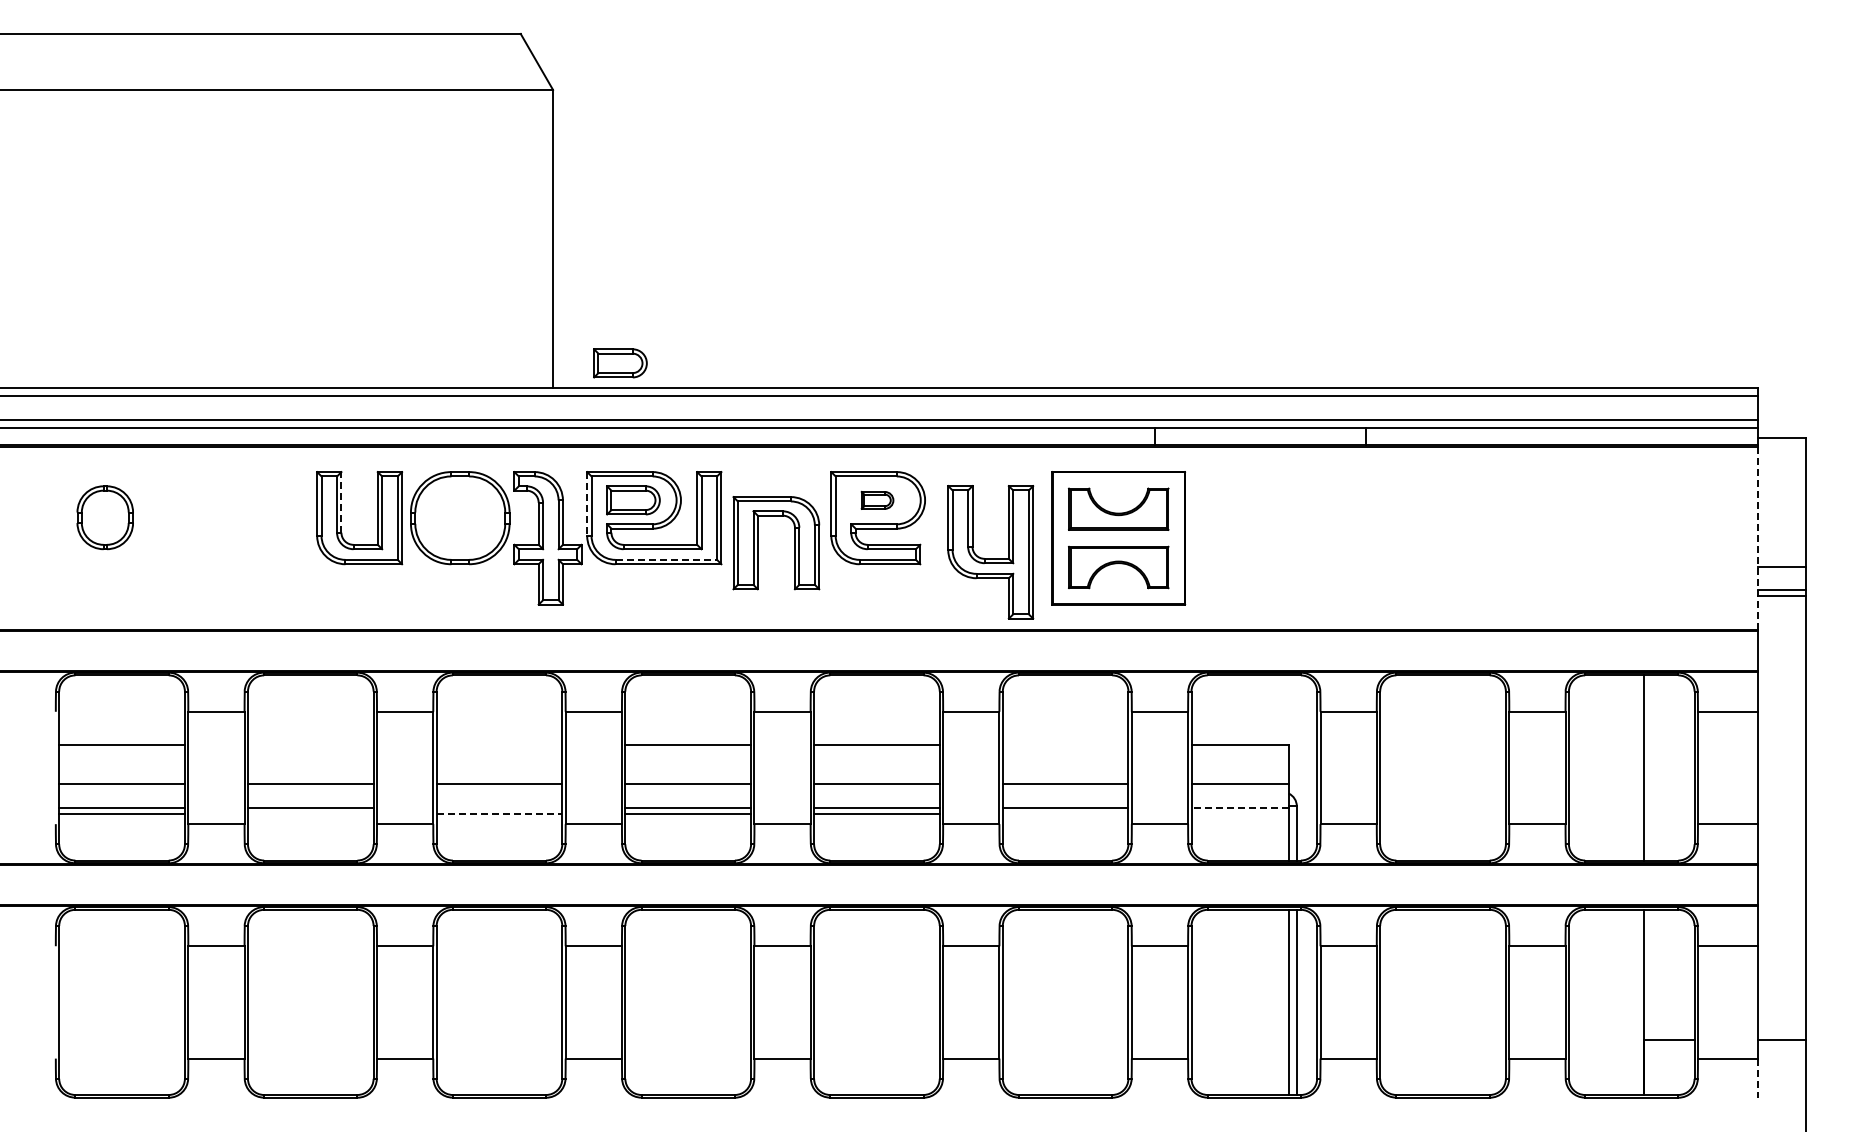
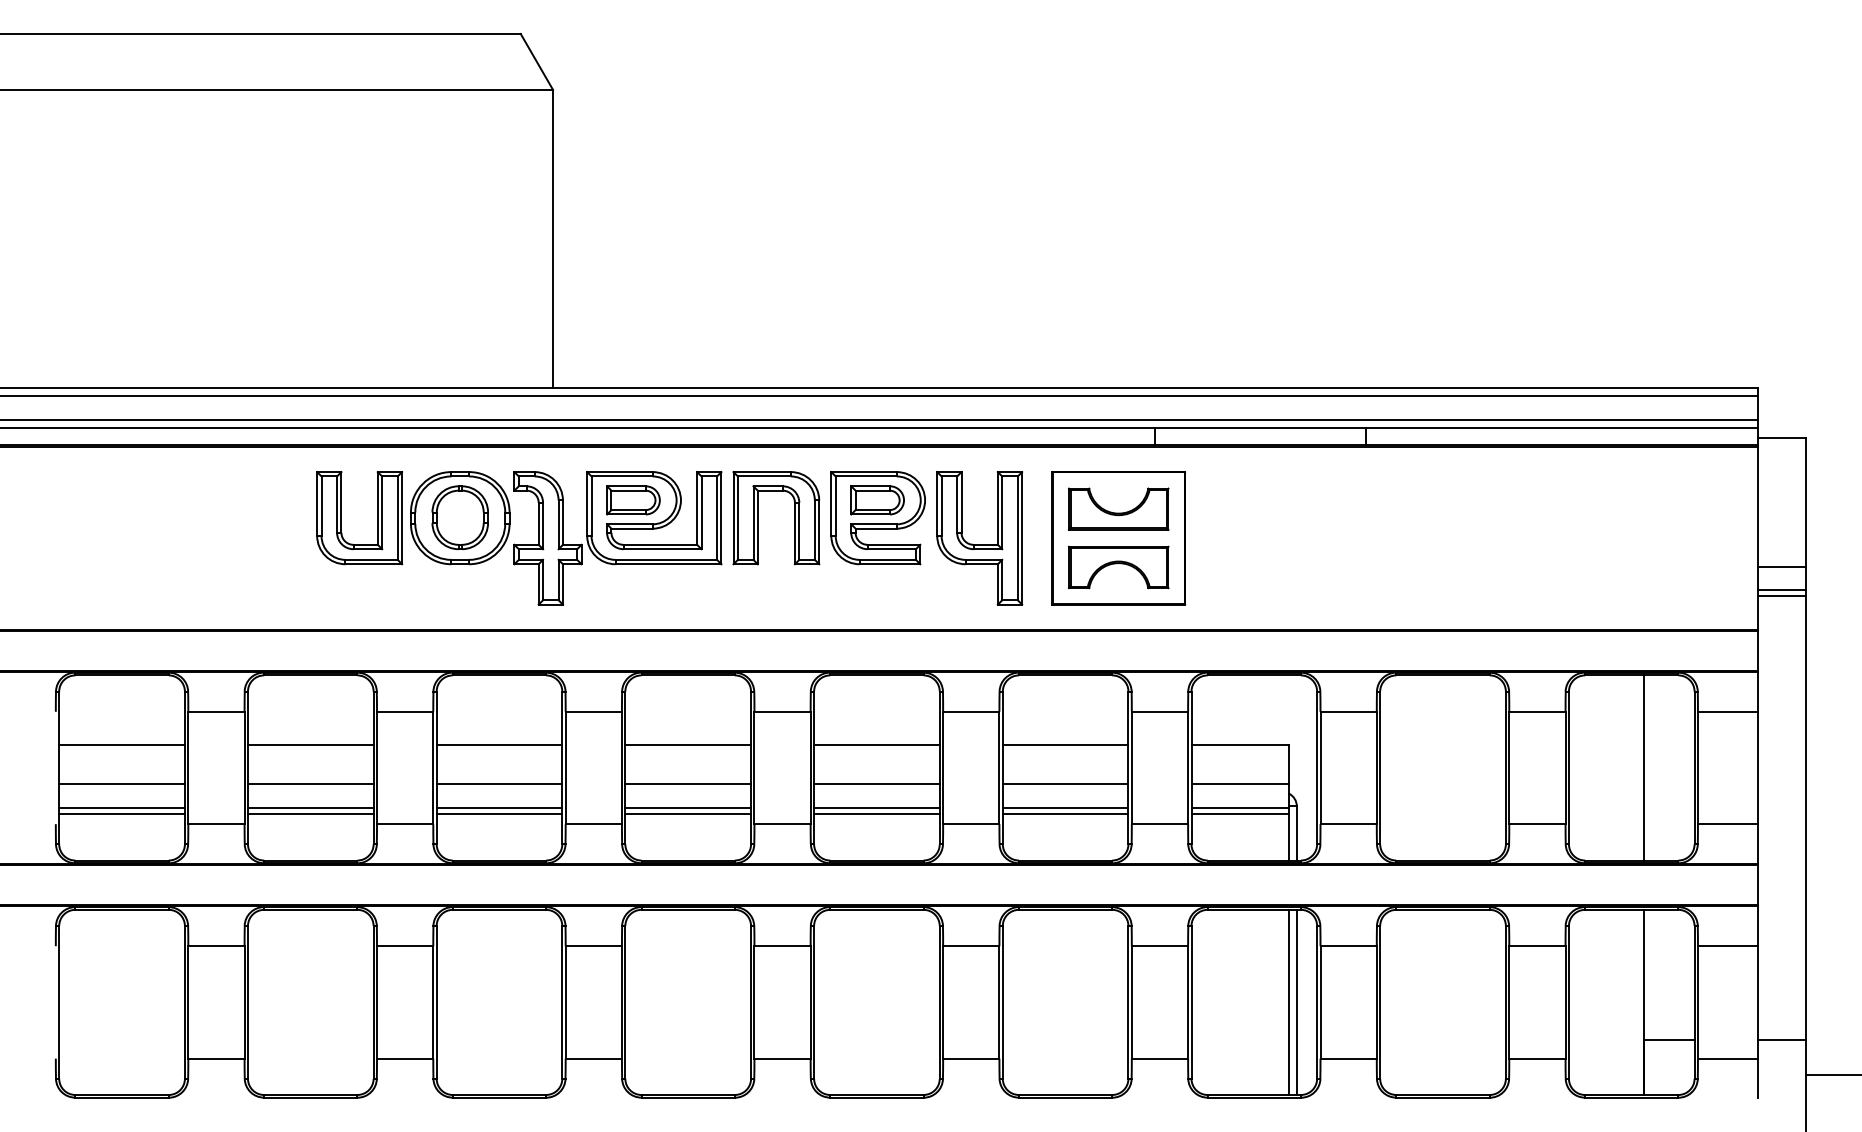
part at (620, 363): present -> none
part at (877, 499) size: 35x20 px -> 55x31 px
line at (341, 501): dashed -> solid
line at (587, 504): dashed -> solid
part at (104, 517) position: (104, 517) -> (459, 517)
line at (1757, 539): dashed -> solid
part at (758, 543) position: (758, 543) -> (758, 518)
part at (990, 552) position: (990, 552) -> (979, 538)
line at (666, 559): dashed -> solid
line at (310, 745): none -> present
line at (499, 745): none -> present
line at (1065, 745): none -> present
line at (499, 808): none -> present
line at (1240, 808): dashed -> solid
line at (310, 814): none -> present
line at (499, 814): dashed -> solid
line at (1065, 814): none -> present
line at (1239, 814): none -> present
line at (1832, 1075): none -> present
line at (1757, 1078): dashed -> solid
